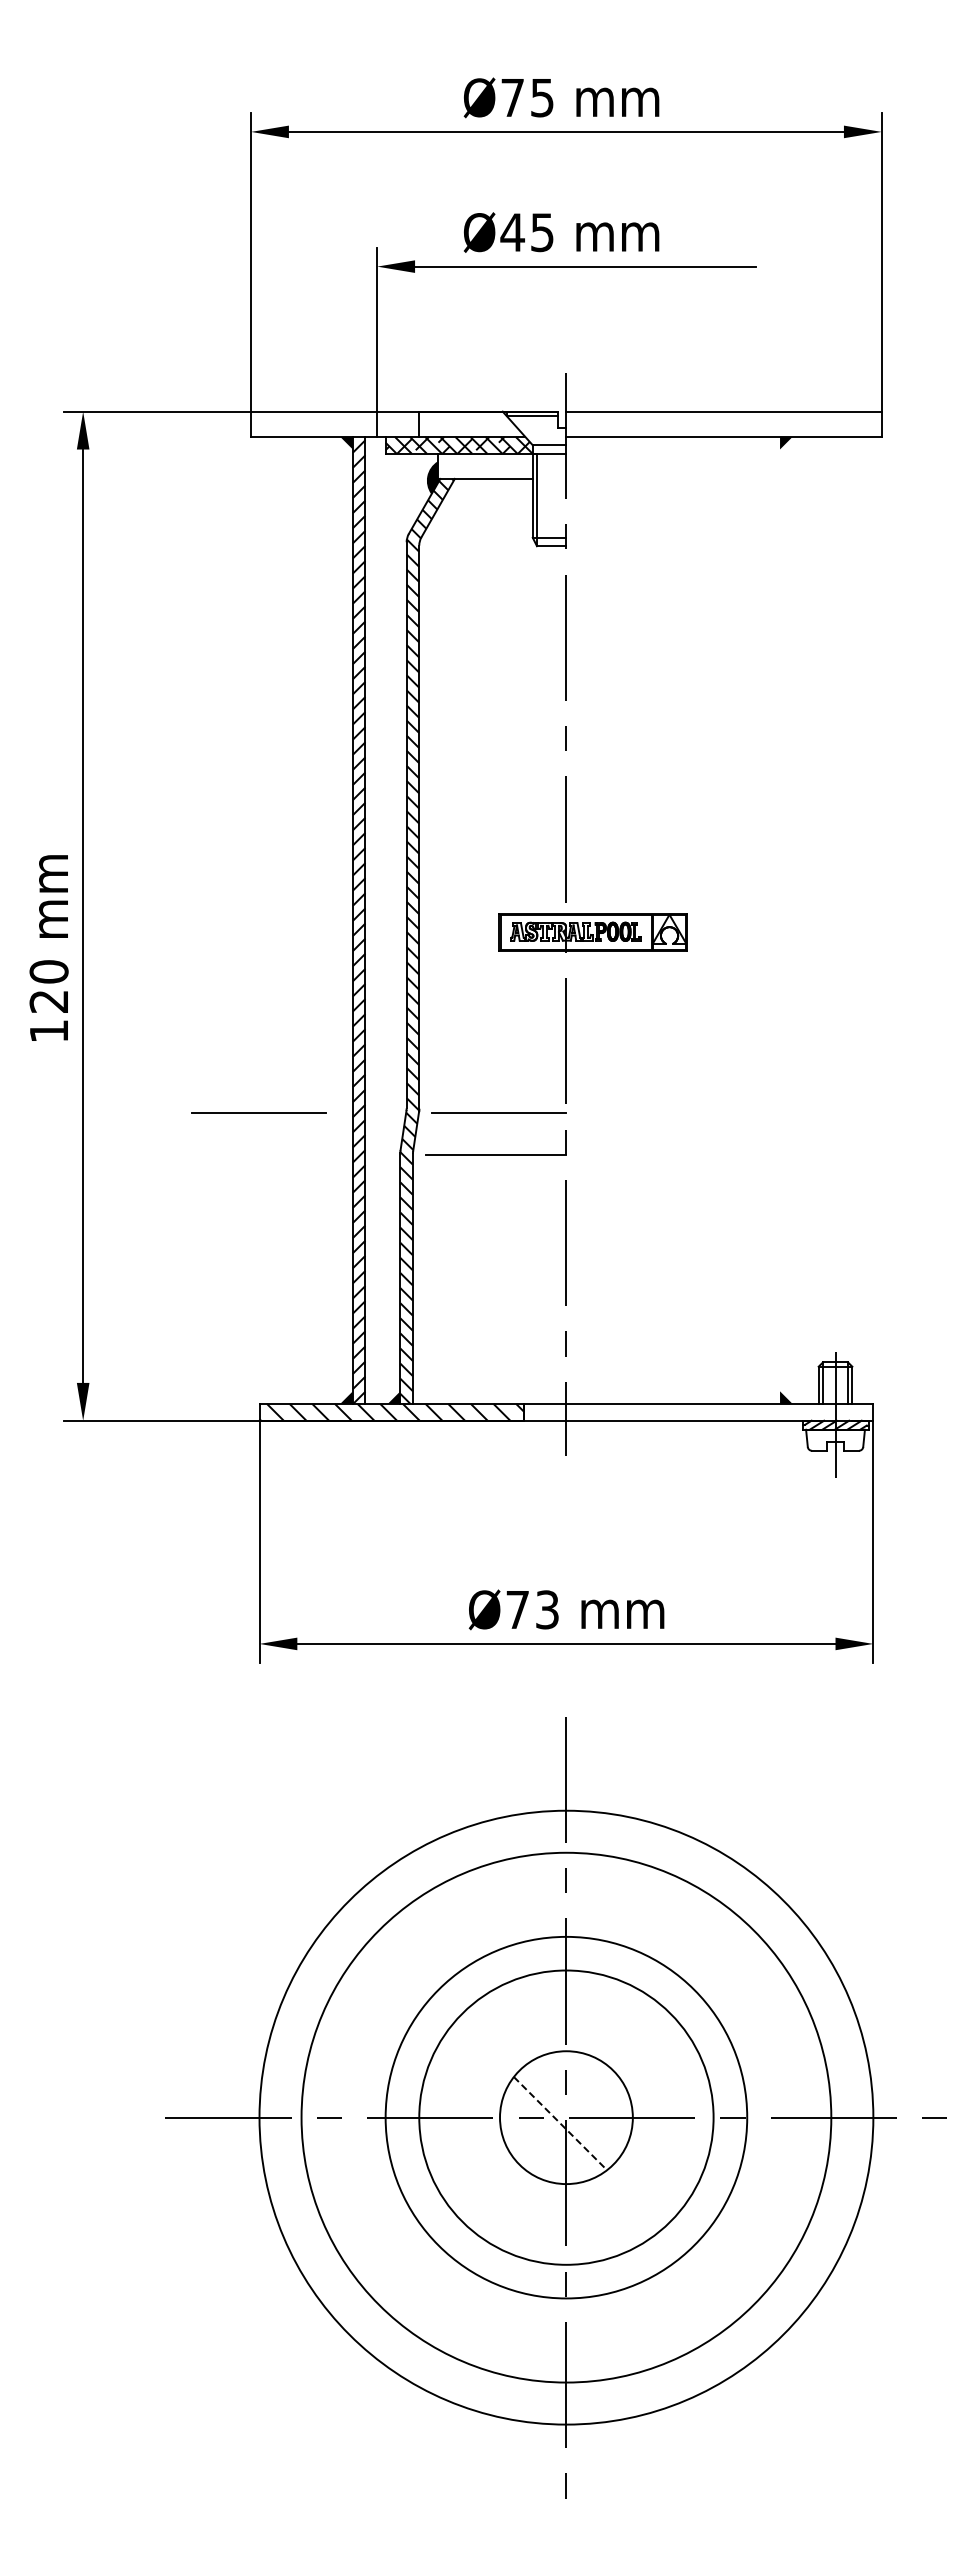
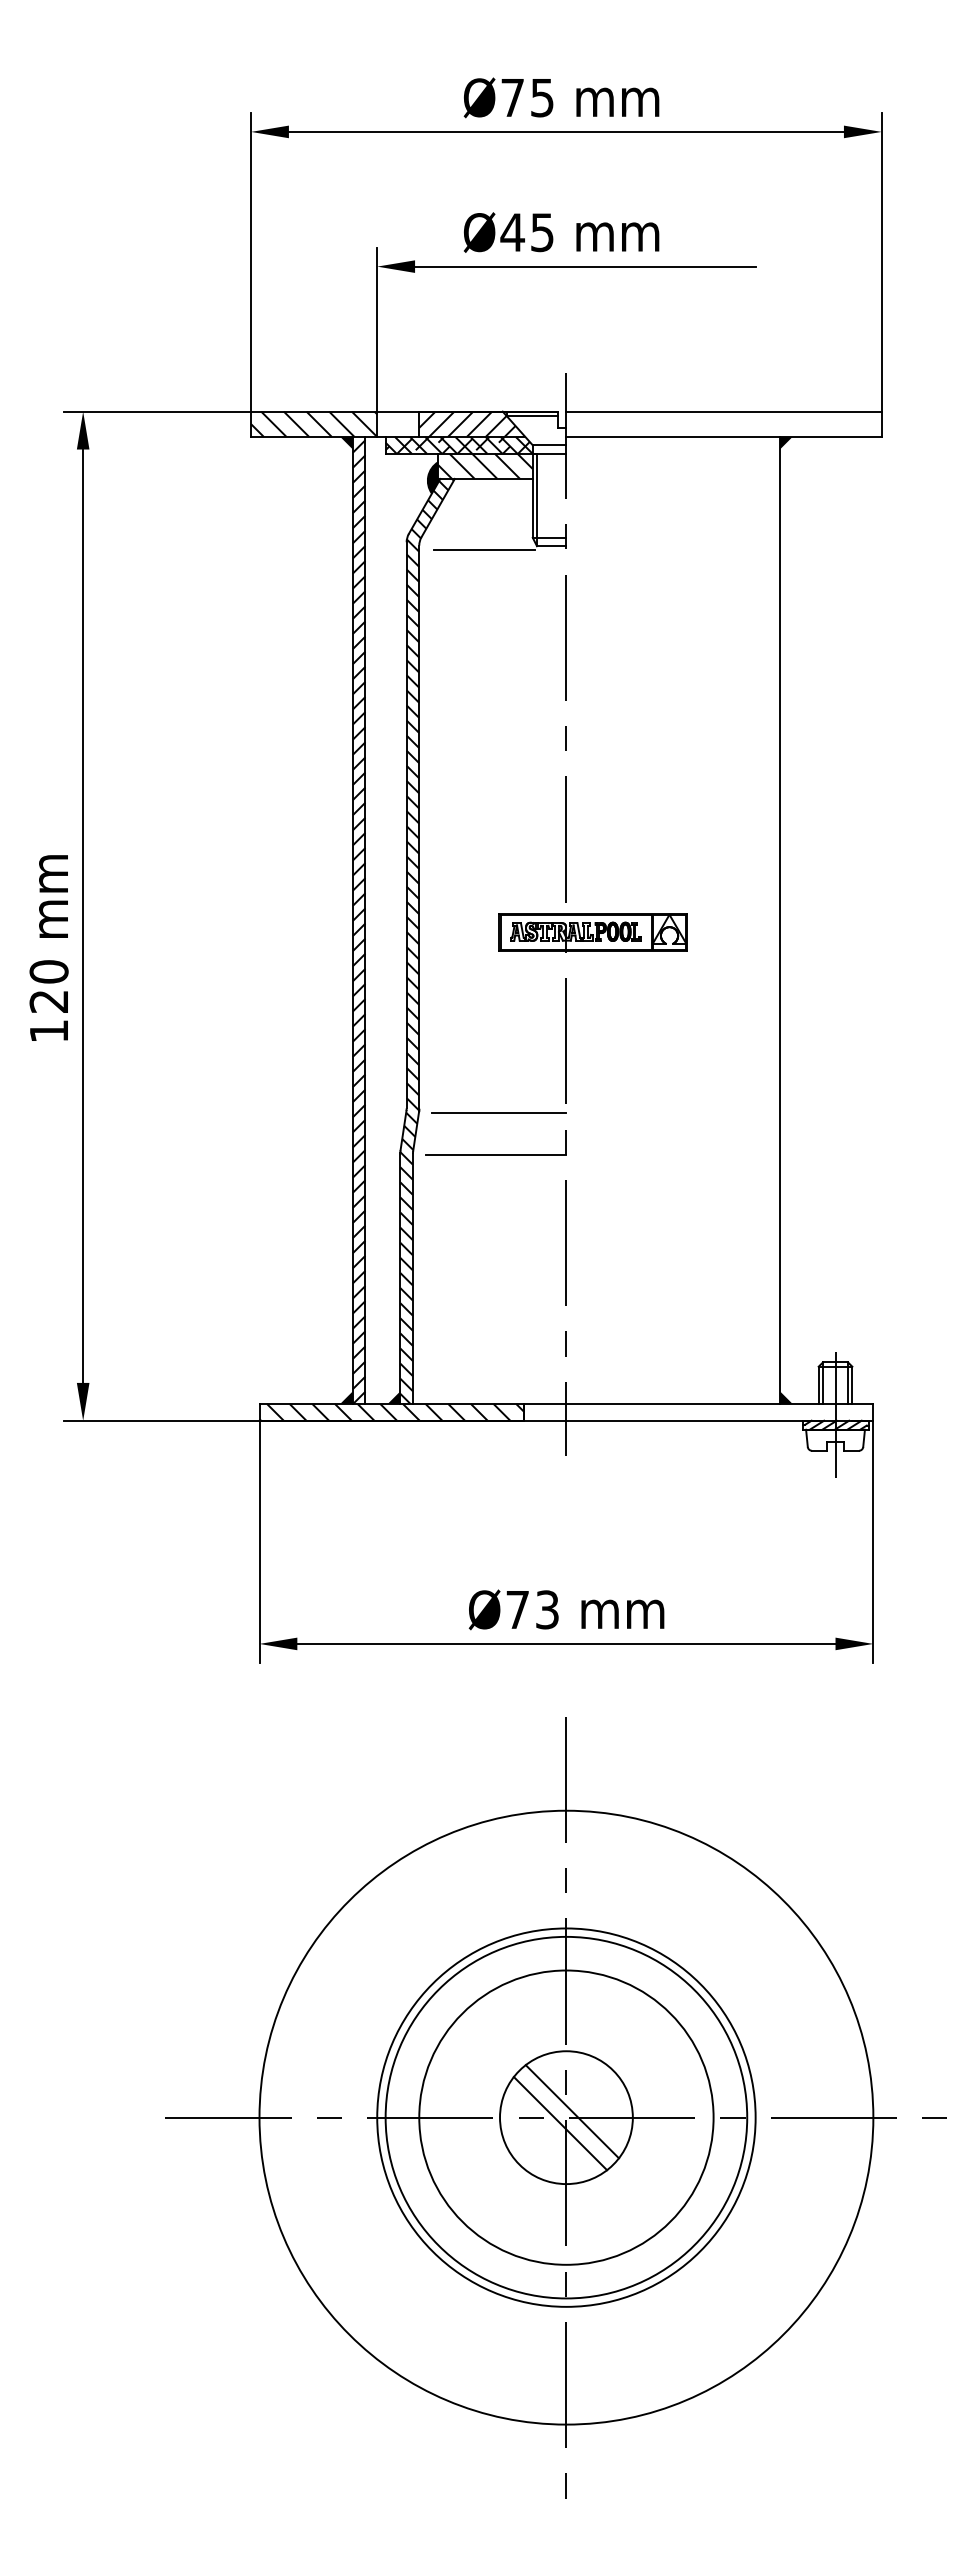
hatch at (314, 423): none -> present
hatch at (471, 423): none -> present
hatch at (485, 465): none -> present
line at (483, 549): none -> present
line at (780, 919): none -> present
line at (258, 1112): present -> none
line at (571, 2111): none -> present
circle at (566, 2117) diameter: 530 px -> 378 px
line at (560, 2123): dashed -> solid
